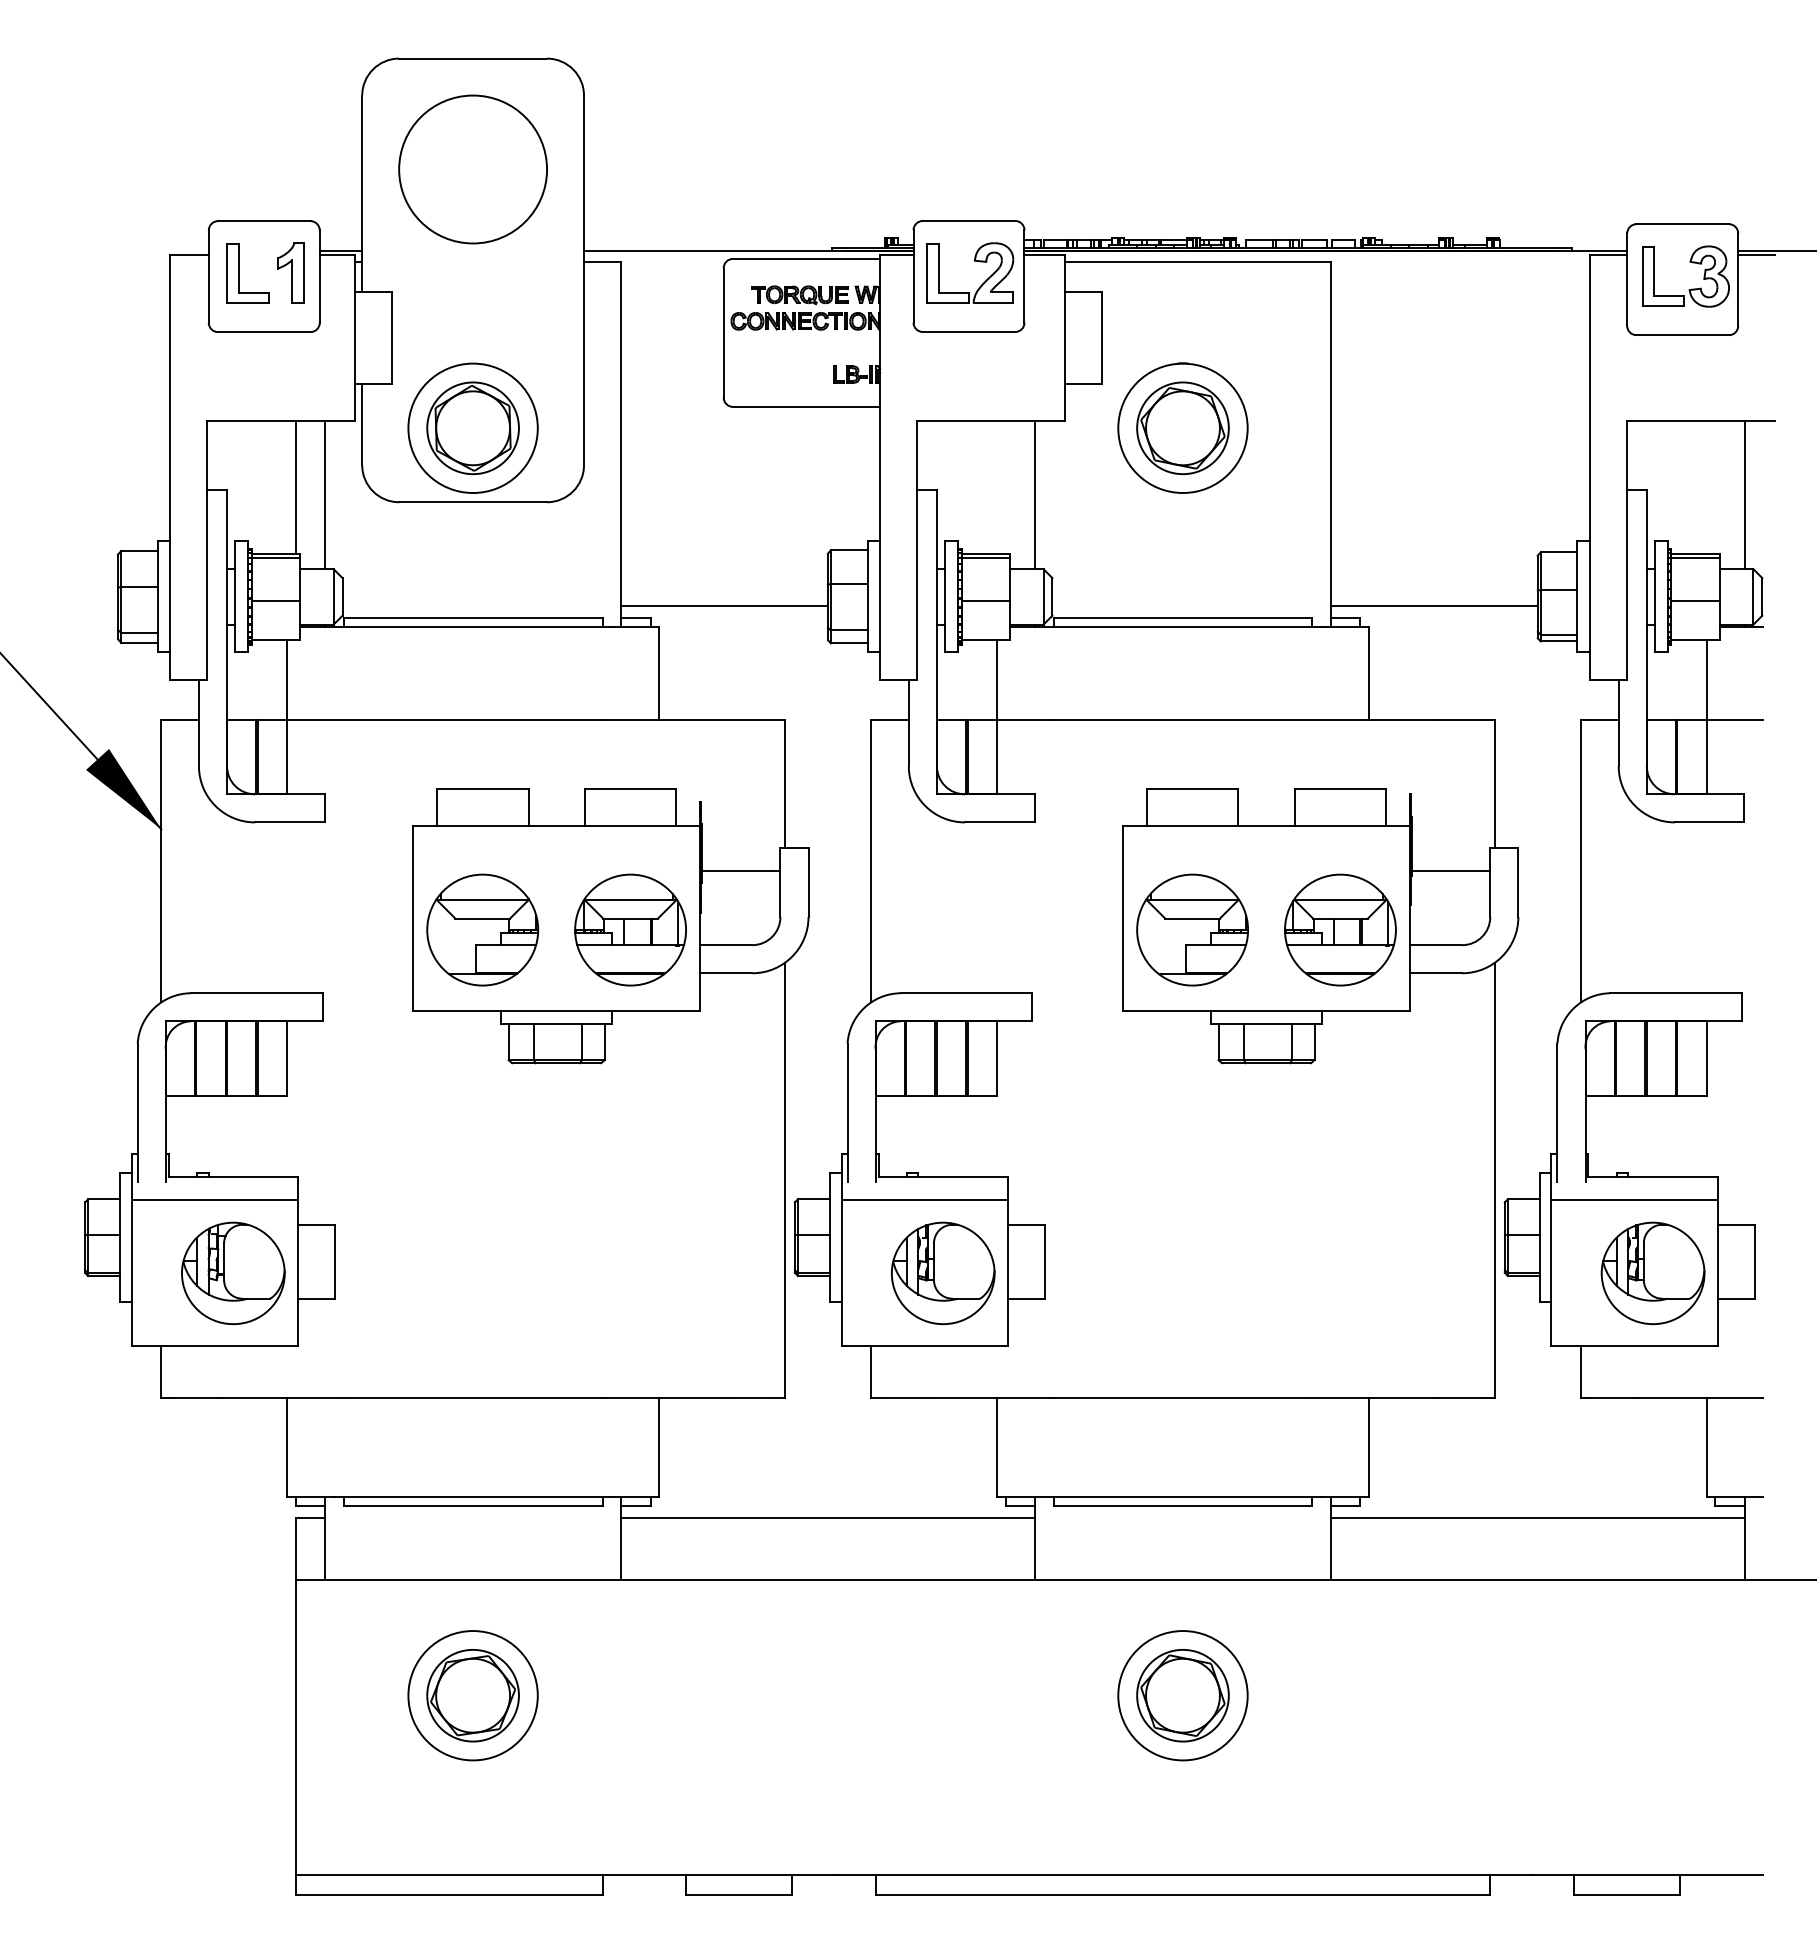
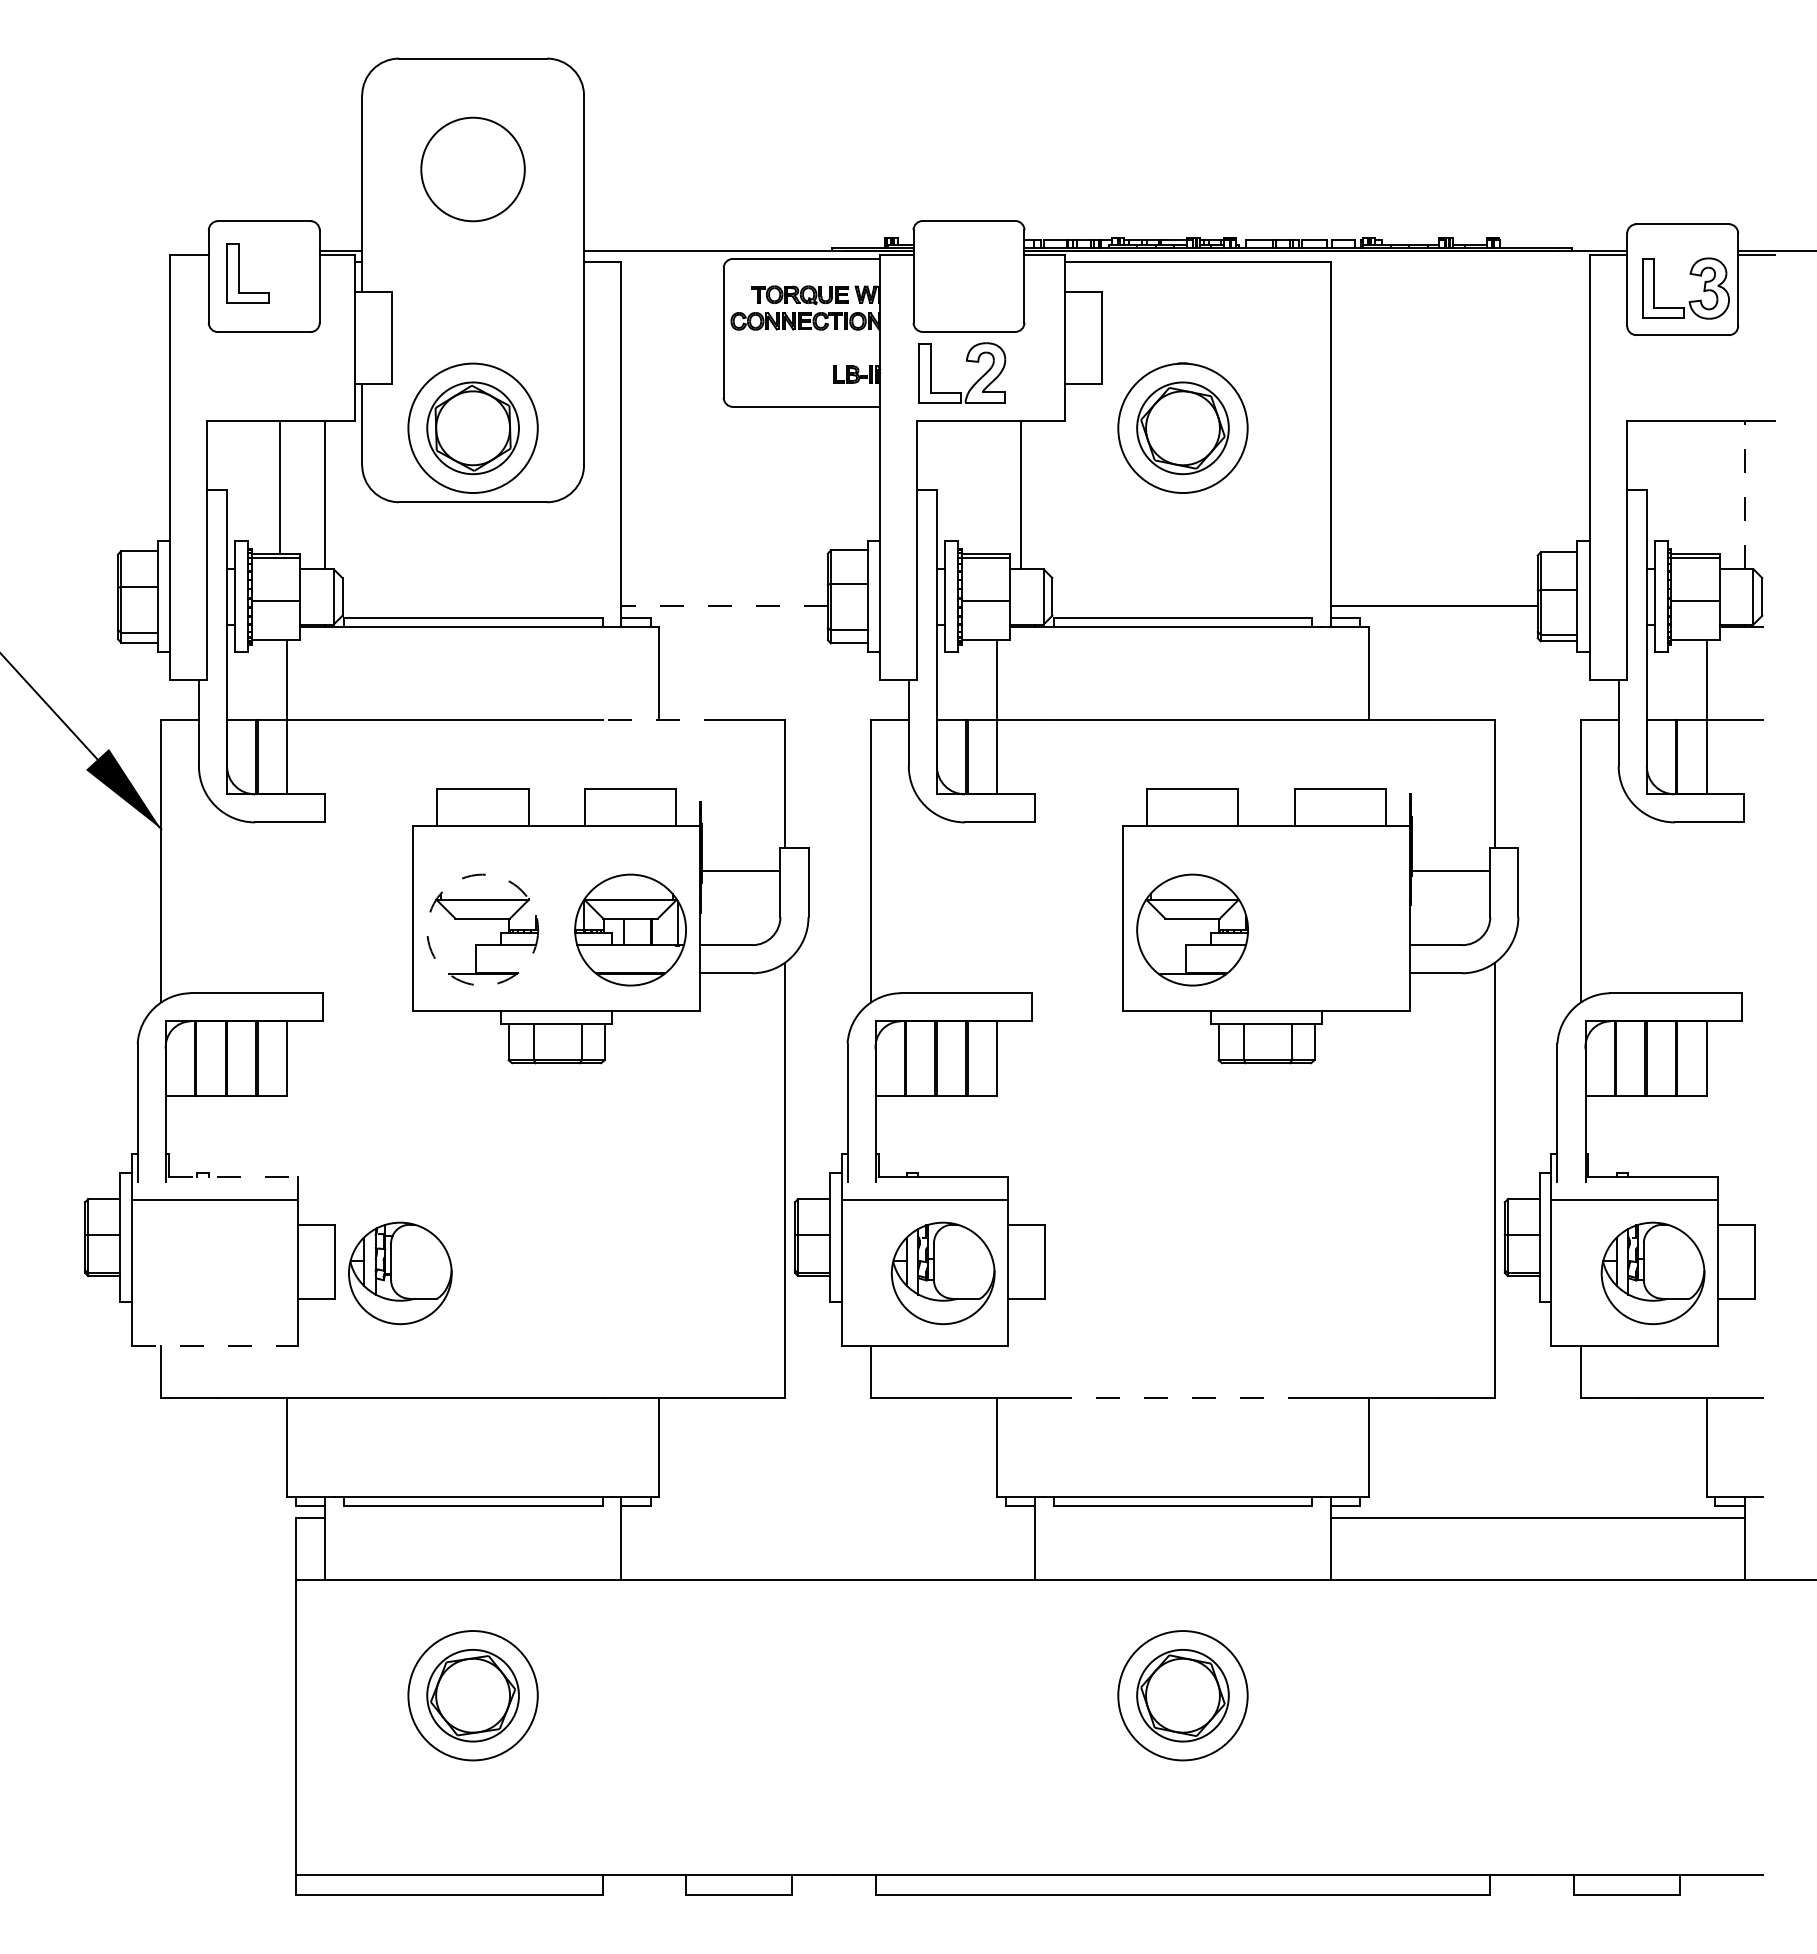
circle at (472, 169) size: 150x151 px -> 106x107 px
part at (974, 261) position: (974, 261) -> (966, 361)
part at (290, 272): present -> none
part at (1688, 289) position: (1688, 289) -> (1688, 301)
line at (295, 487) position: (295, 487) -> (279, 487)
line at (1035, 495) position: (1035, 495) -> (1021, 495)
line at (1744, 495): solid -> dashed
line at (723, 605): solid -> dashed
line at (665, 719): solid -> dashed
circle at (482, 929): solid -> dashed
part at (1340, 929): present -> none
line at (233, 1177): solid -> dashed
part at (233, 1273) position: (233, 1273) -> (400, 1273)
line at (215, 1346): solid -> dashed
line at (1182, 1398): solid -> dashed
line at (828, 1518): present -> none
